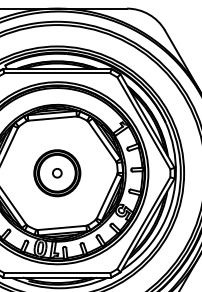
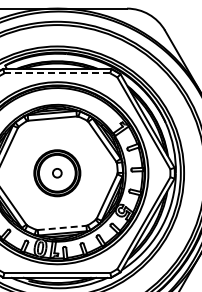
line at (57, 73): solid -> dashed
line at (62, 227): solid -> dashed
